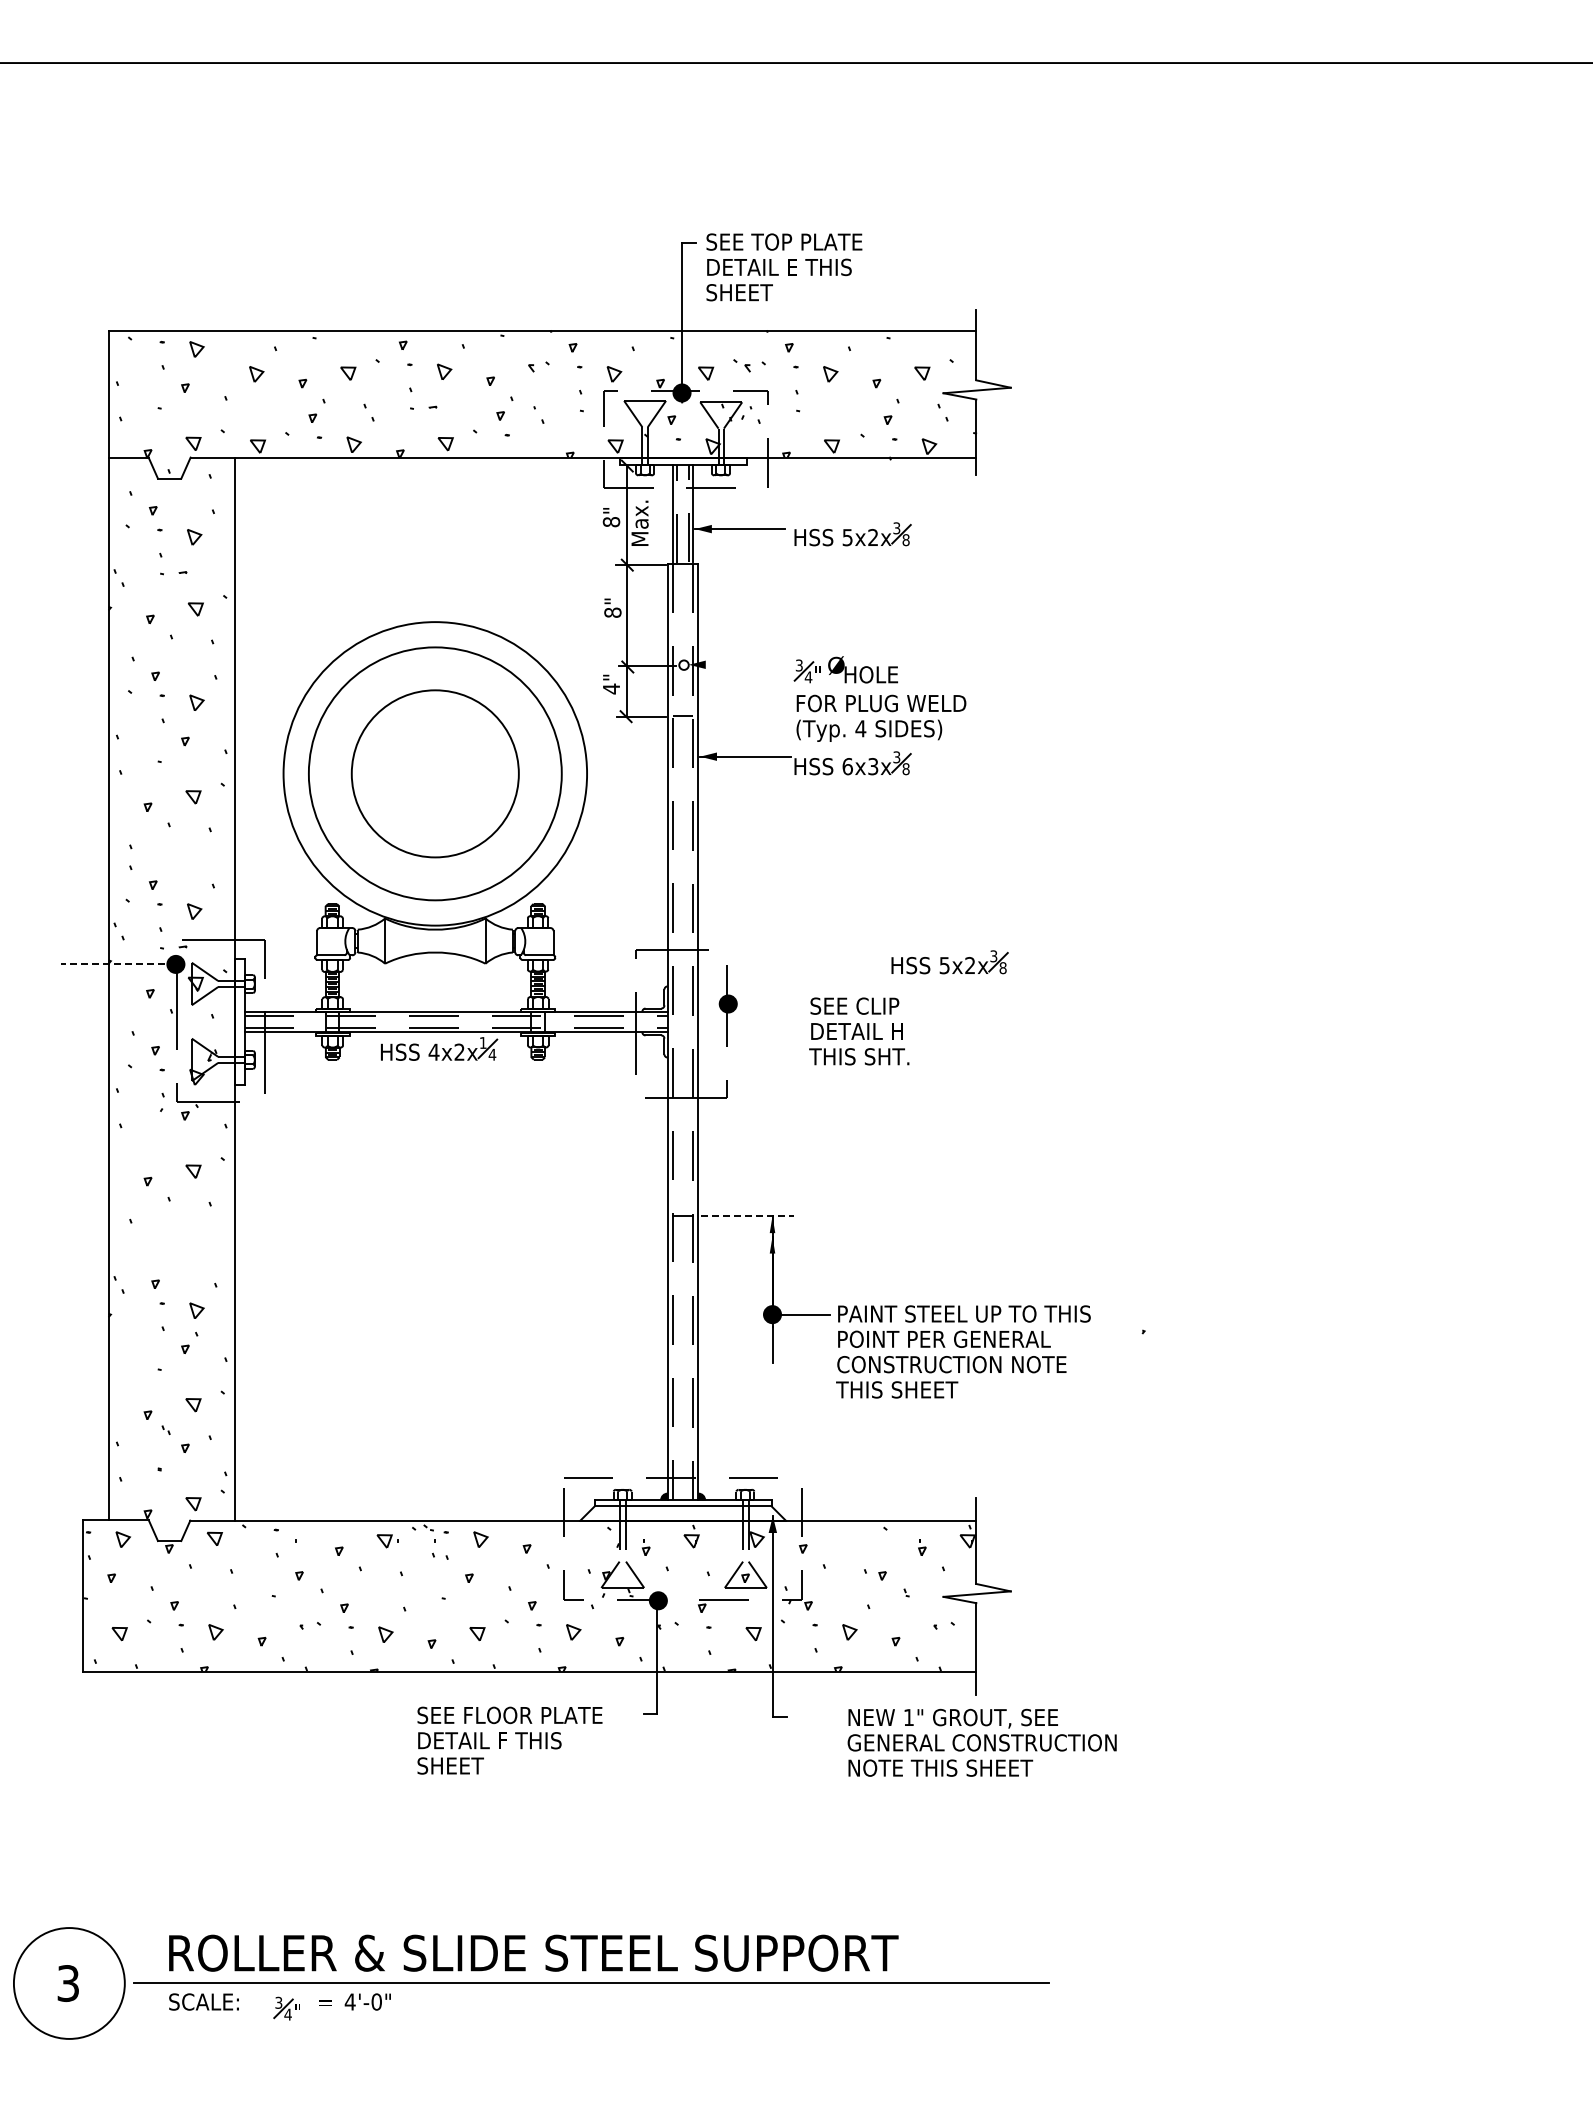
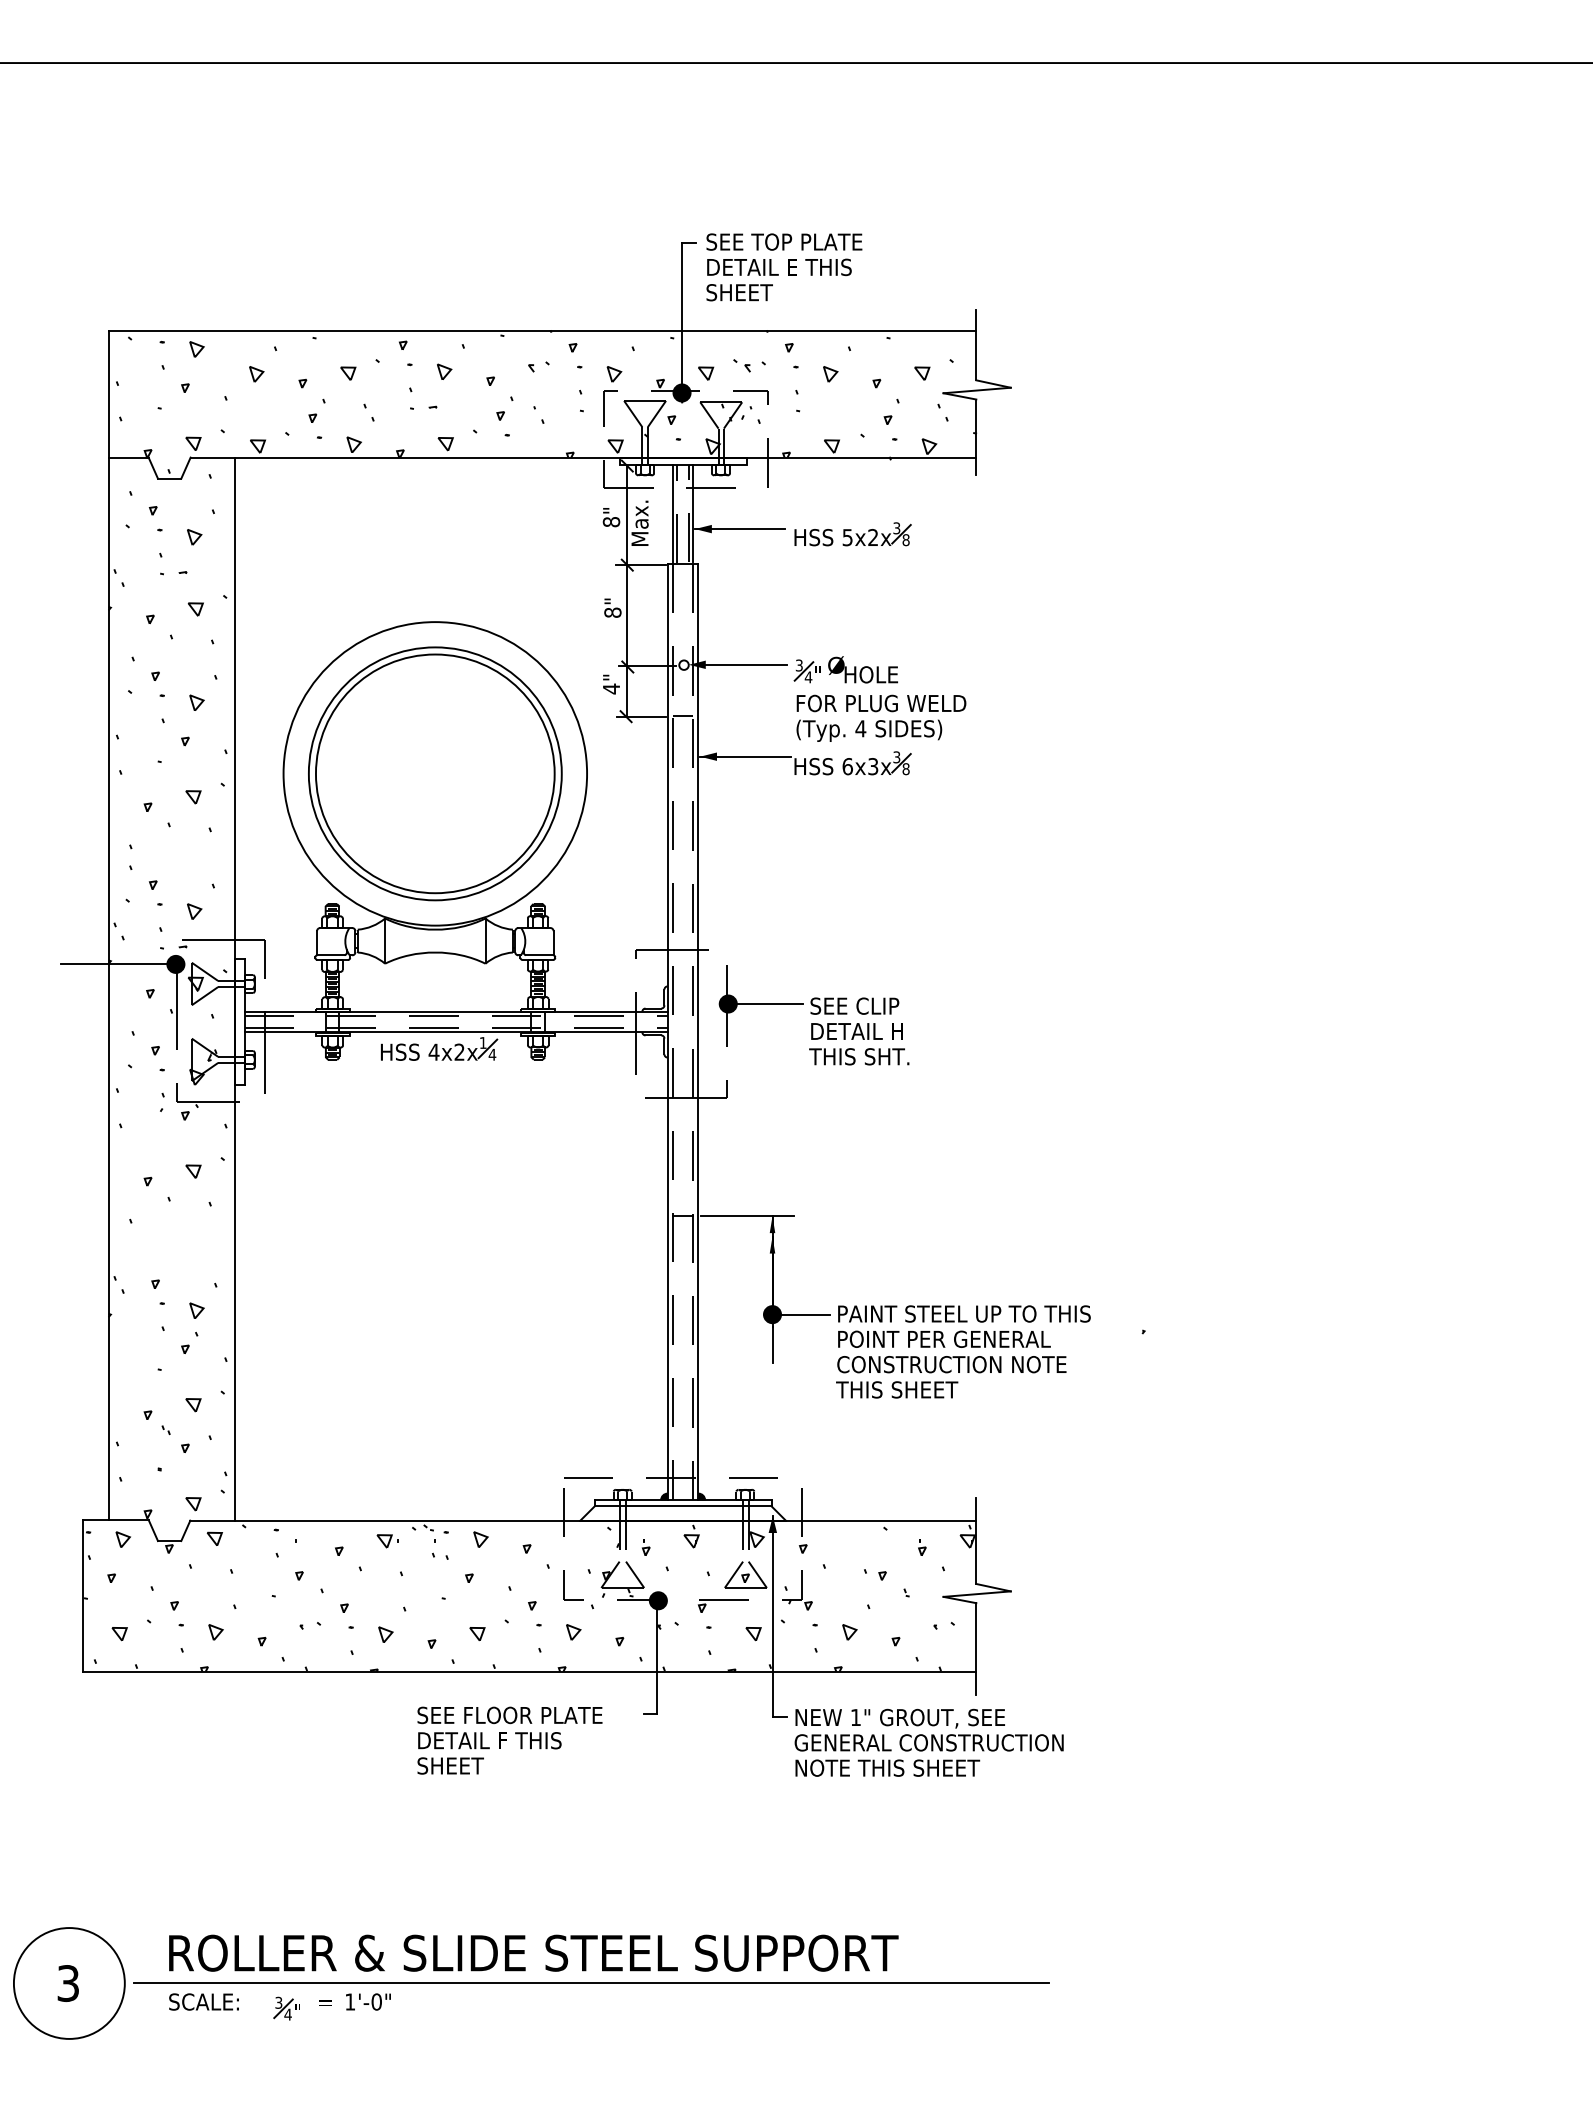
line at (740, 664): none -> present
circle at (434, 773) diameter: 167 px -> 239 px
part at (949, 962): present -> none
line at (118, 964): dashed -> solid
line at (765, 1004): none -> present
line at (747, 1216): dashed -> solid
text at (981, 1742) position: (981, 1742) -> (928, 1742)
text at (349, 2001): 4'-0" -> 1'-0"
